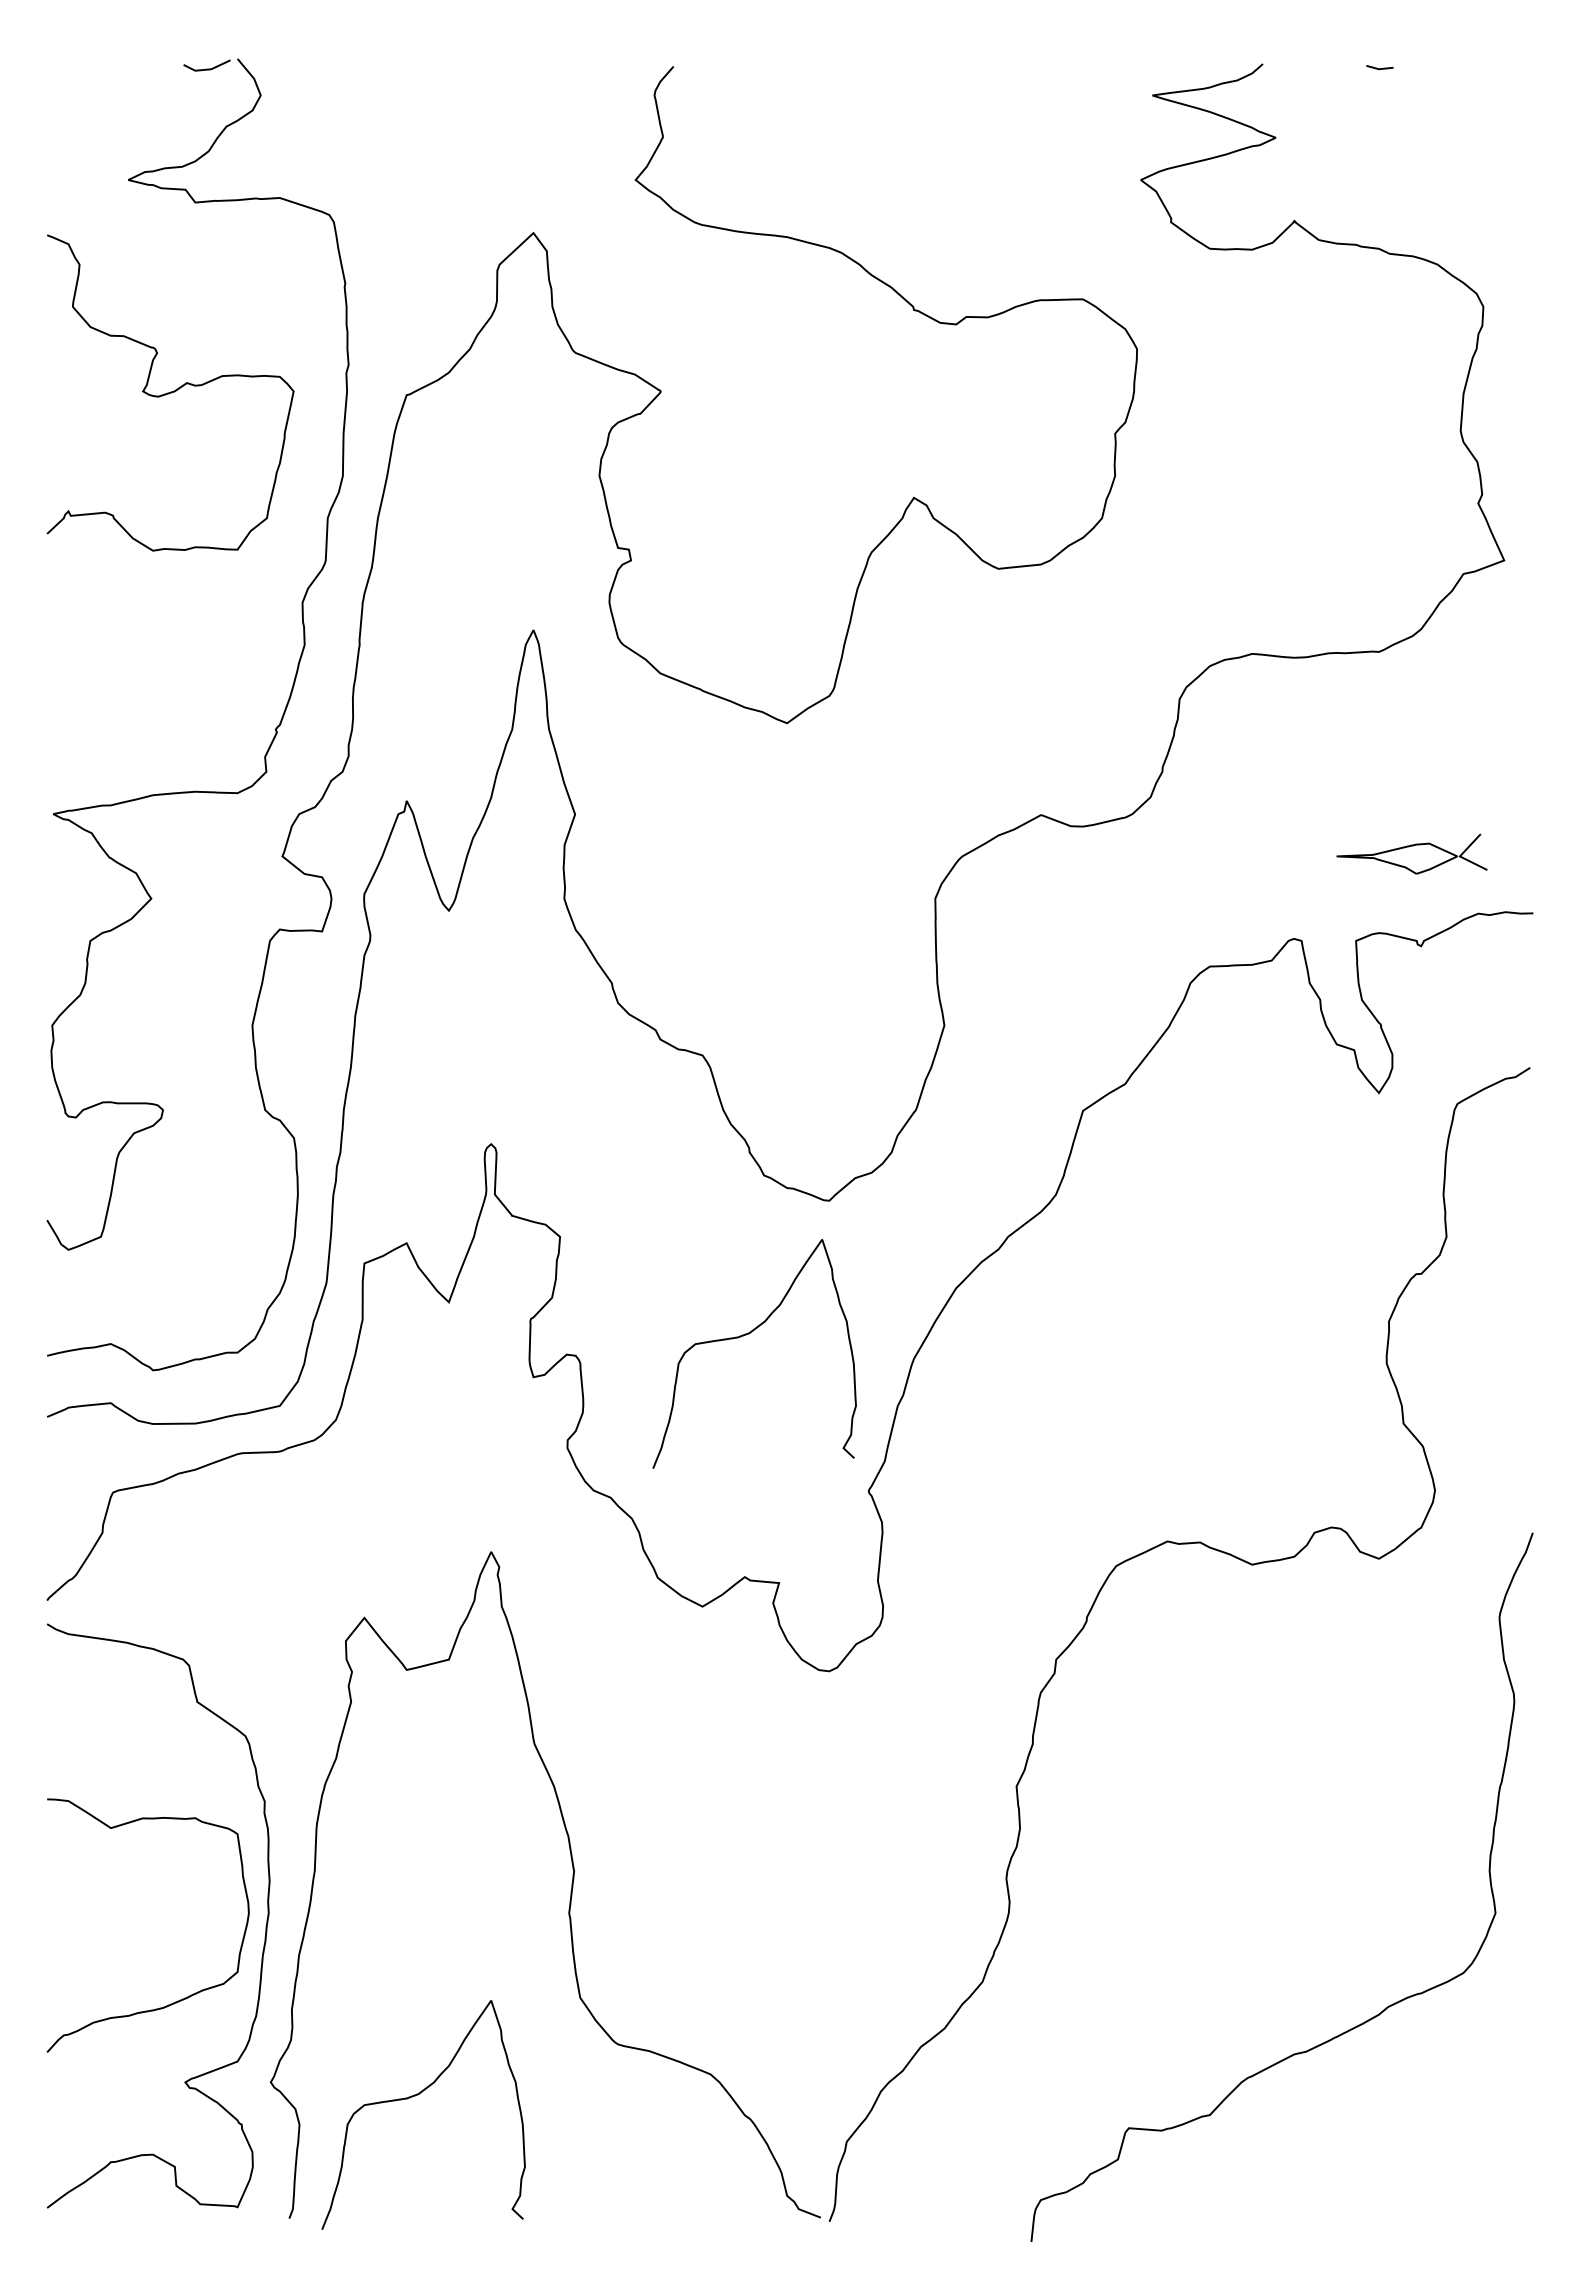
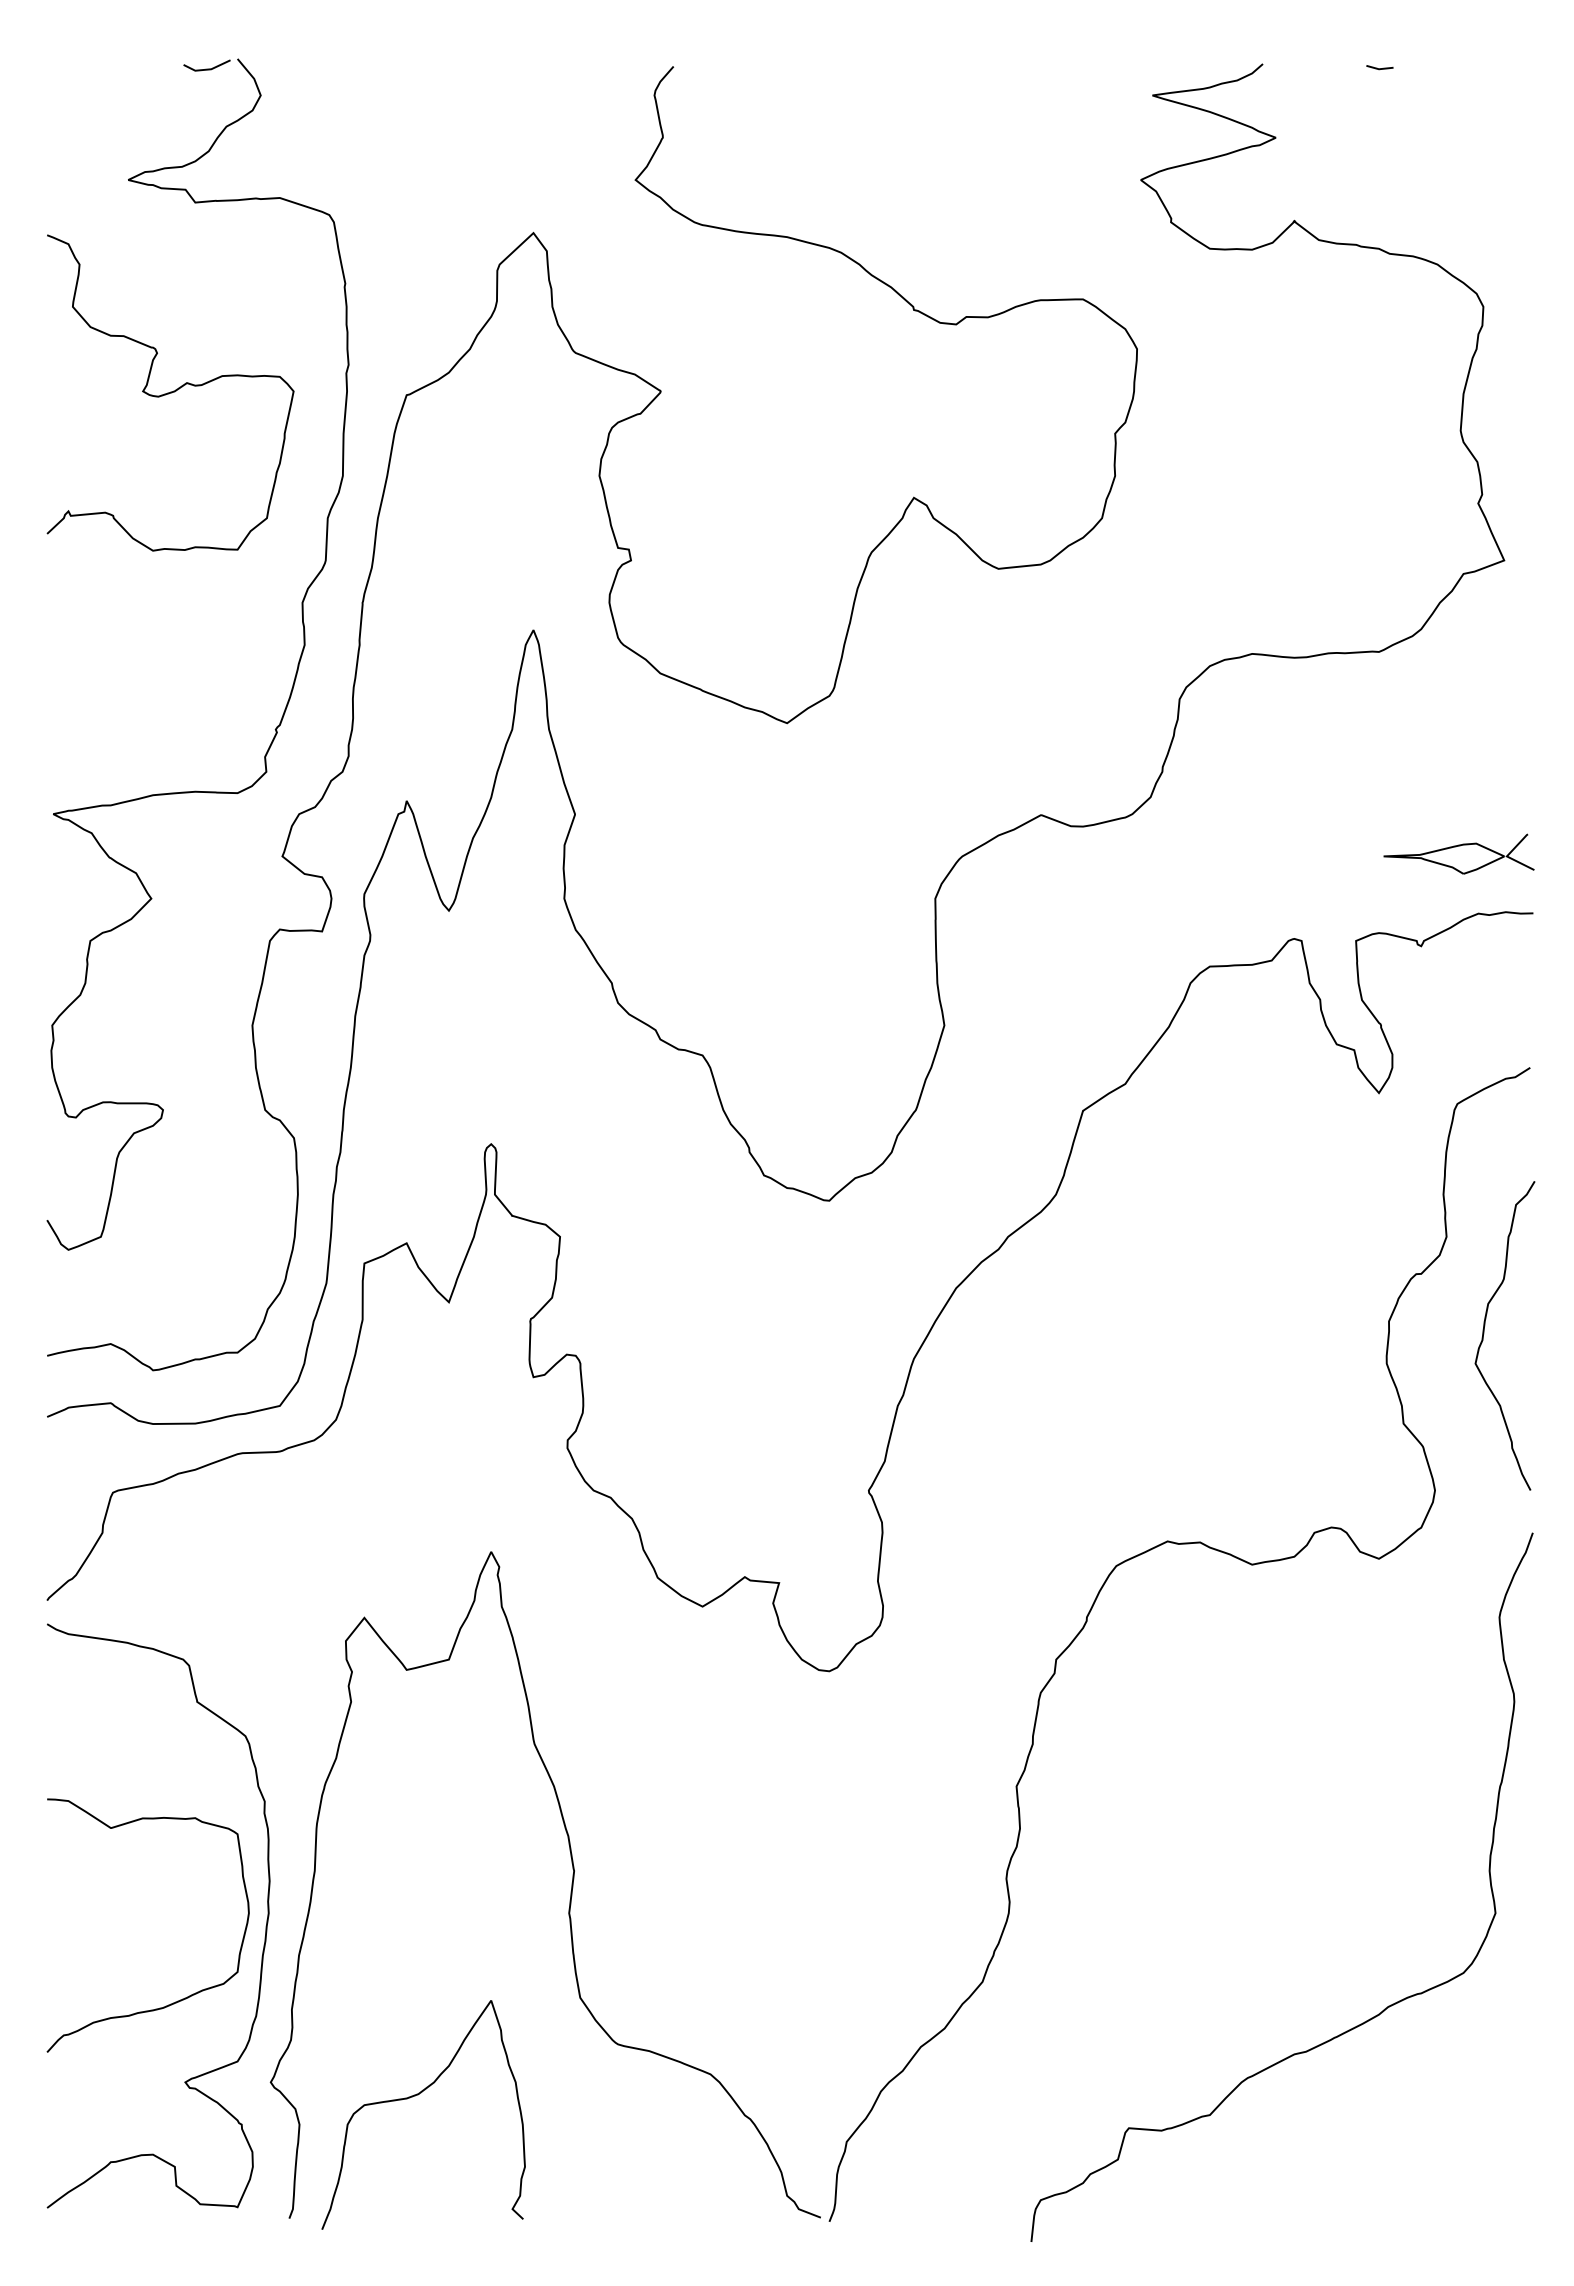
part at (1411, 853) position: (1411, 853) -> (1458, 853)
curve at (749, 1334): present -> none
curve at (1484, 1334): none -> present
